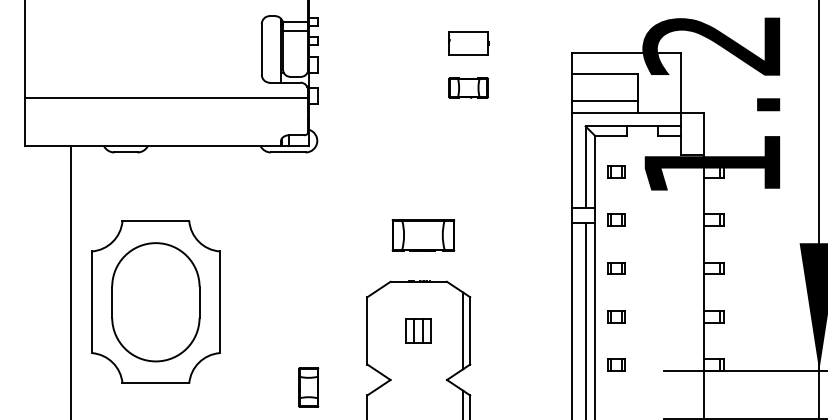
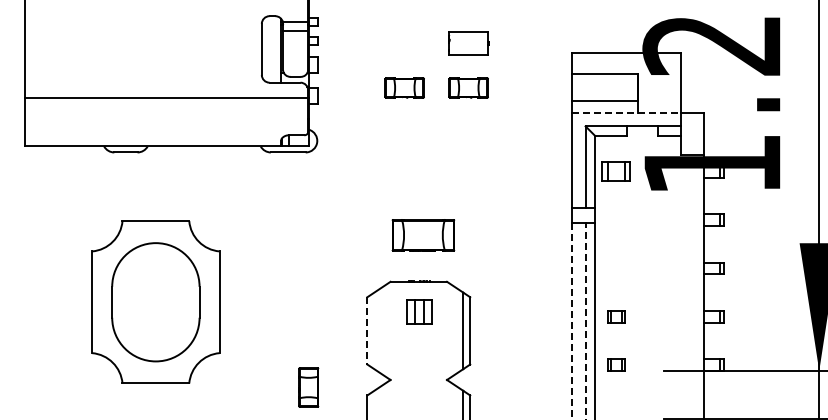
part at (404, 87): none -> present
line at (626, 112): solid -> dashed
part at (616, 171) size: 19x14 px -> 30x21 px
part at (616, 219): present -> none
part at (616, 268): present -> none
line at (71, 281): present -> none
line at (585, 320): solid -> dashed
line at (572, 321): solid -> dashed
line at (367, 330): solid -> dashed
part at (418, 330) position: (418, 330) -> (419, 311)
